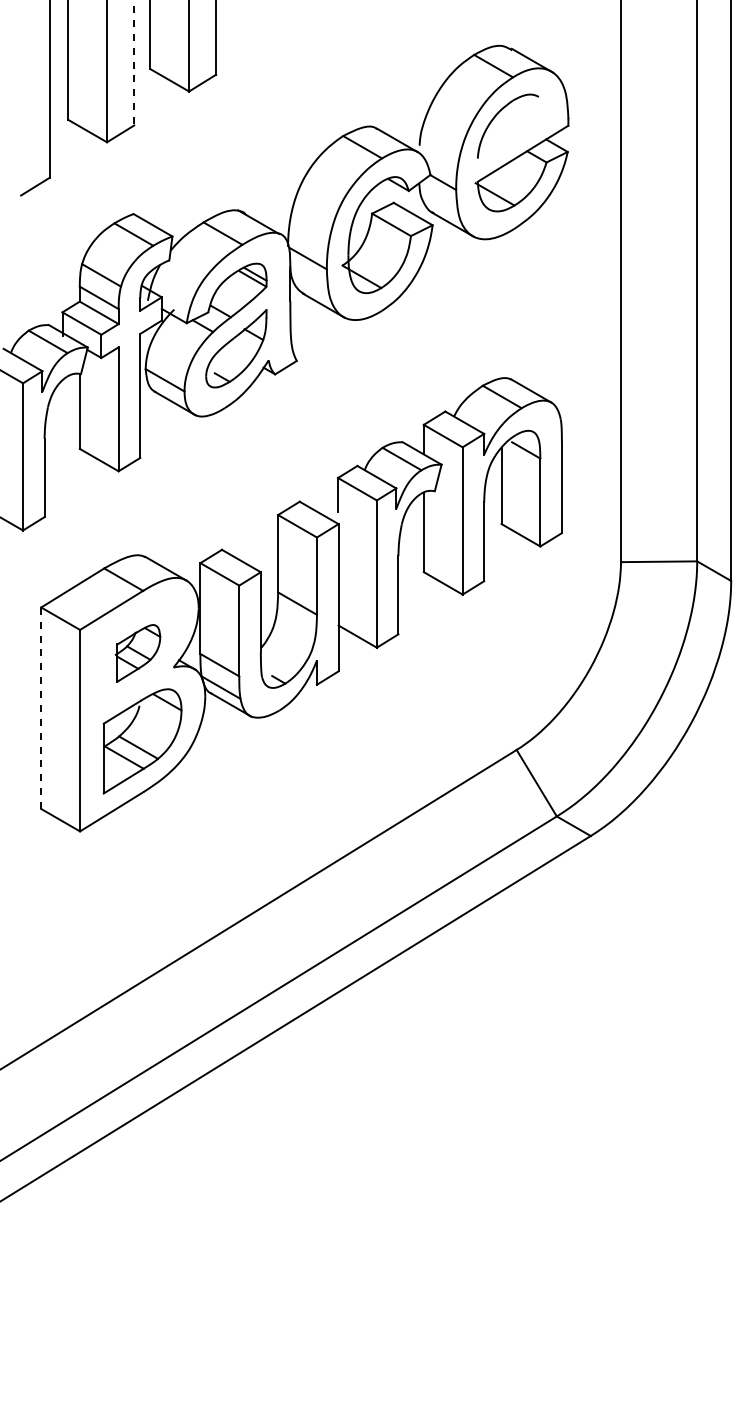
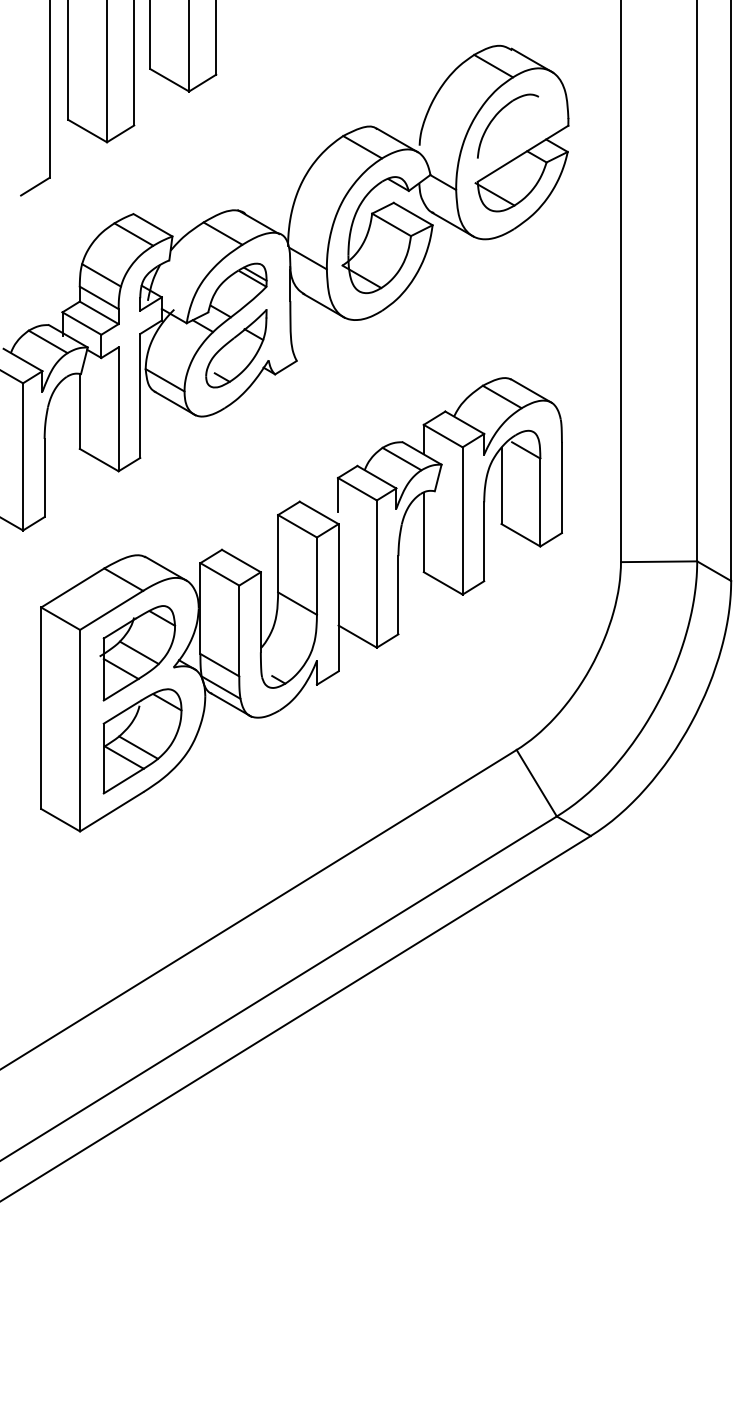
line at (134, 63): dashed -> solid
part at (137, 653) size: 48x59 px -> 78x97 px
line at (41, 708): dashed -> solid
